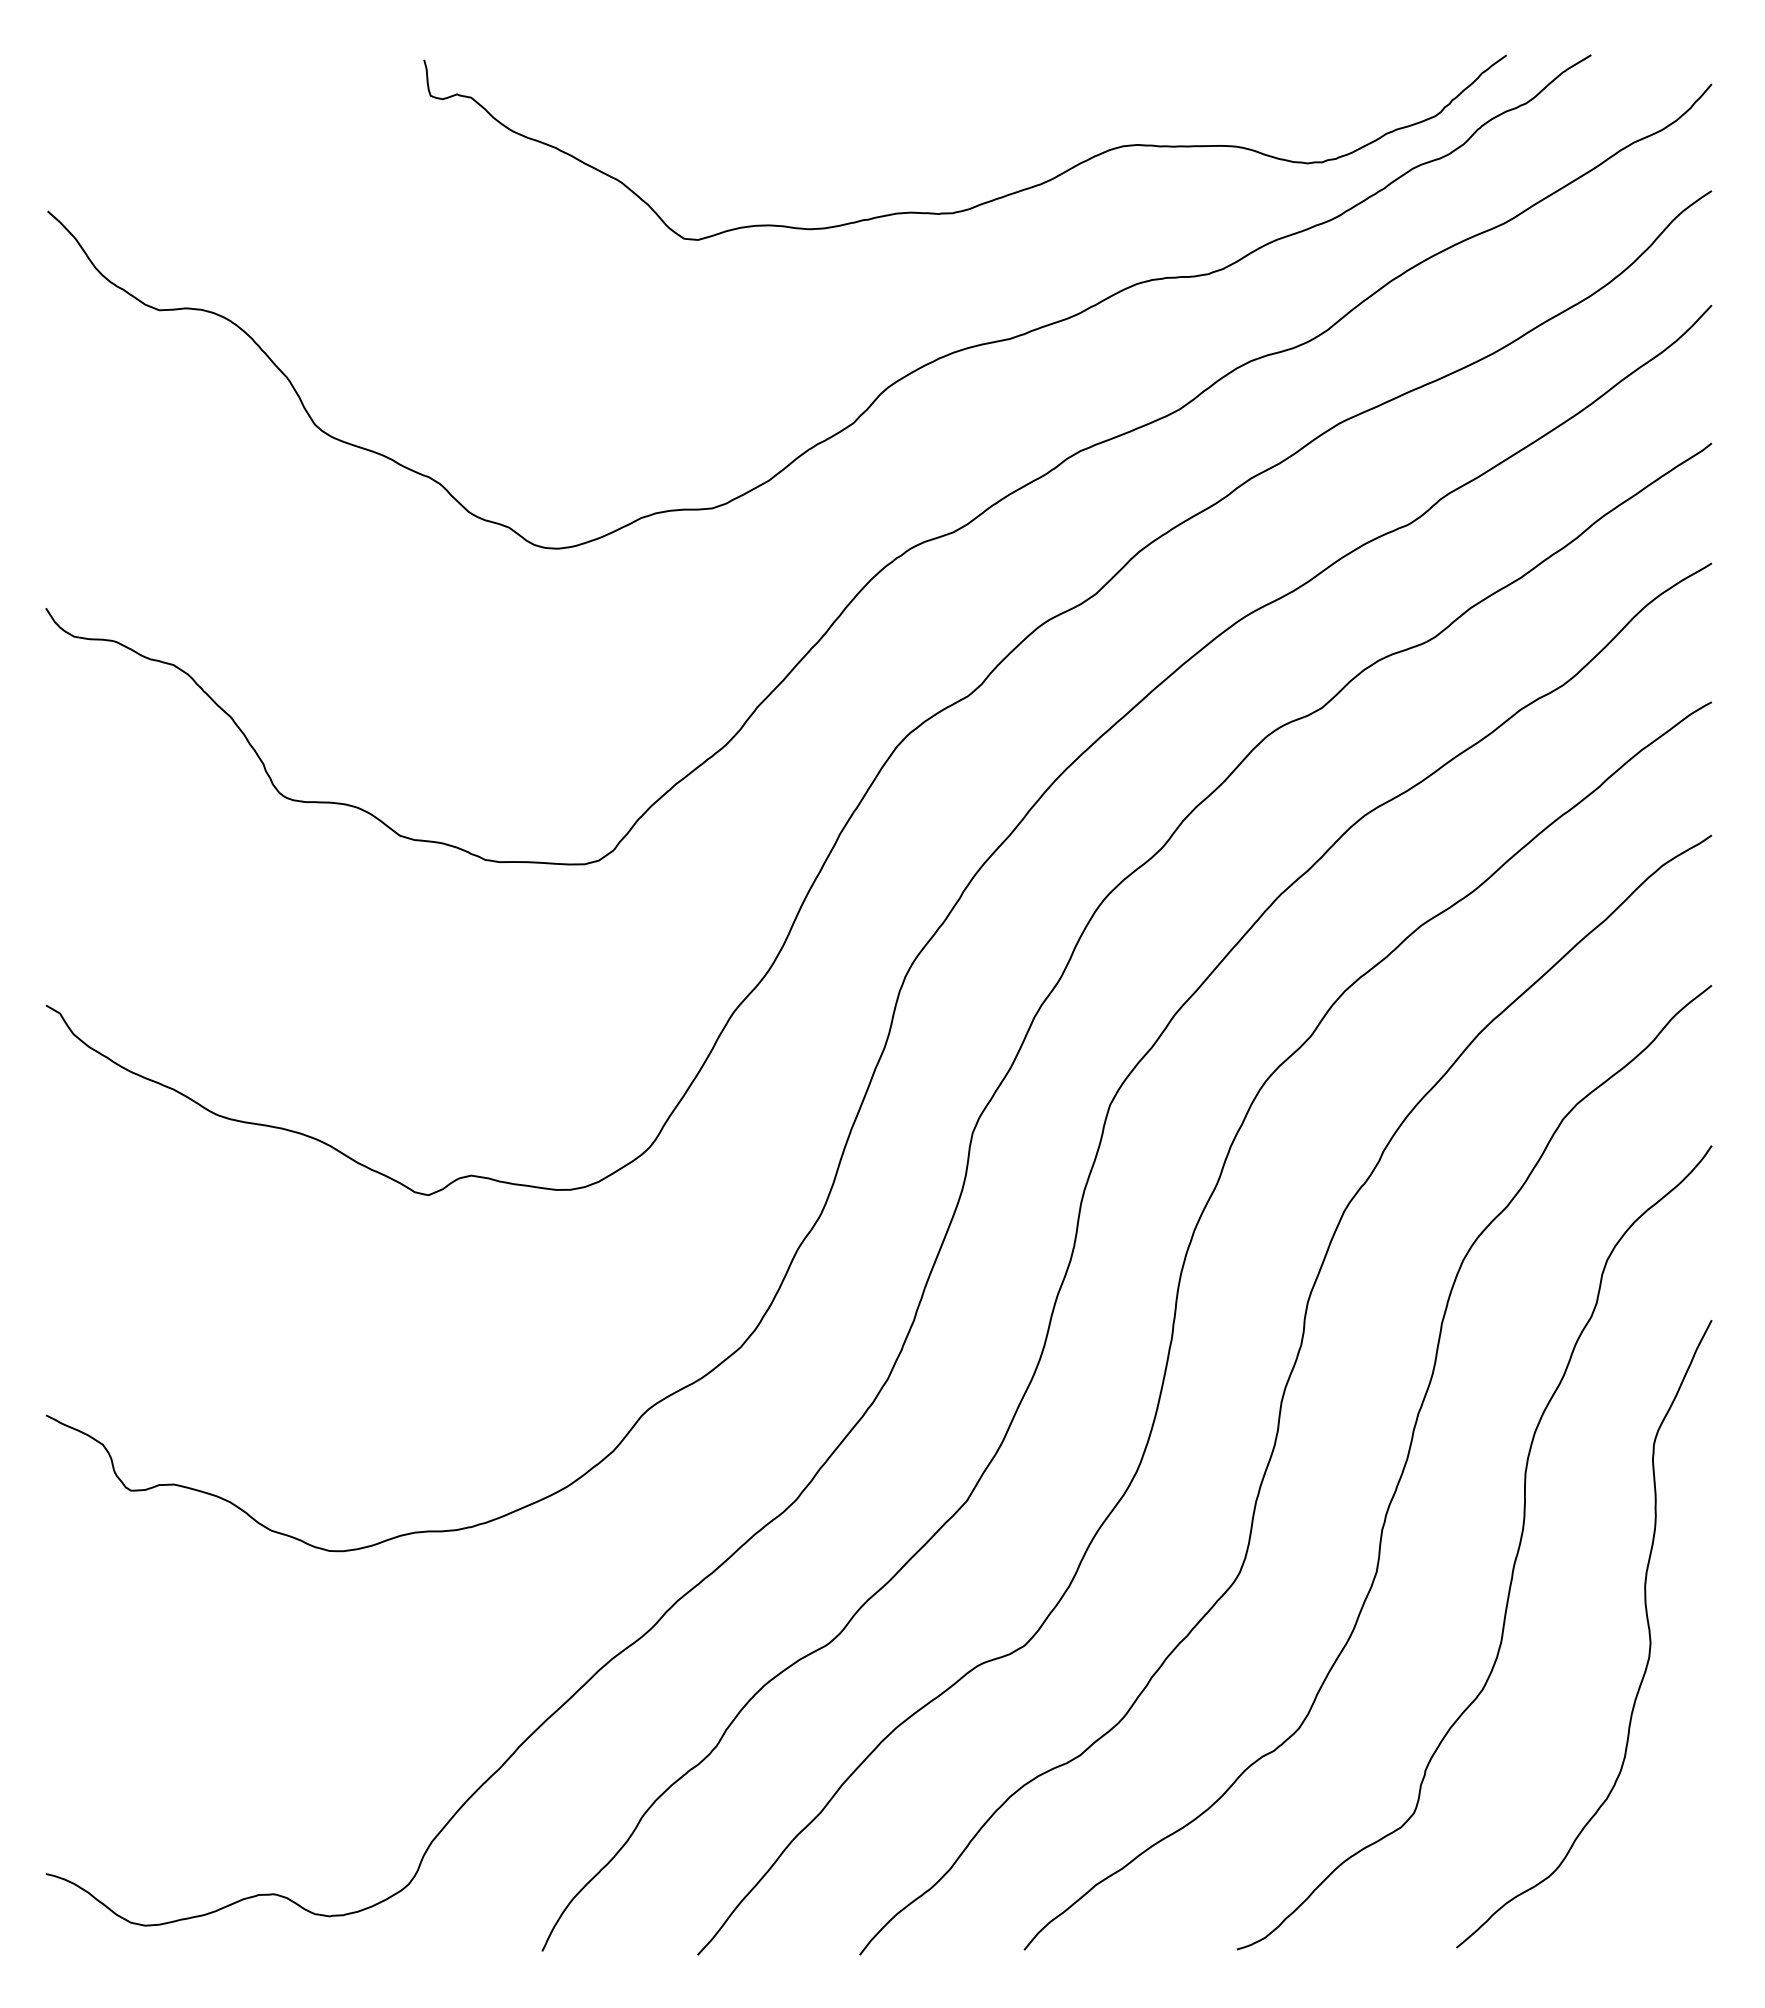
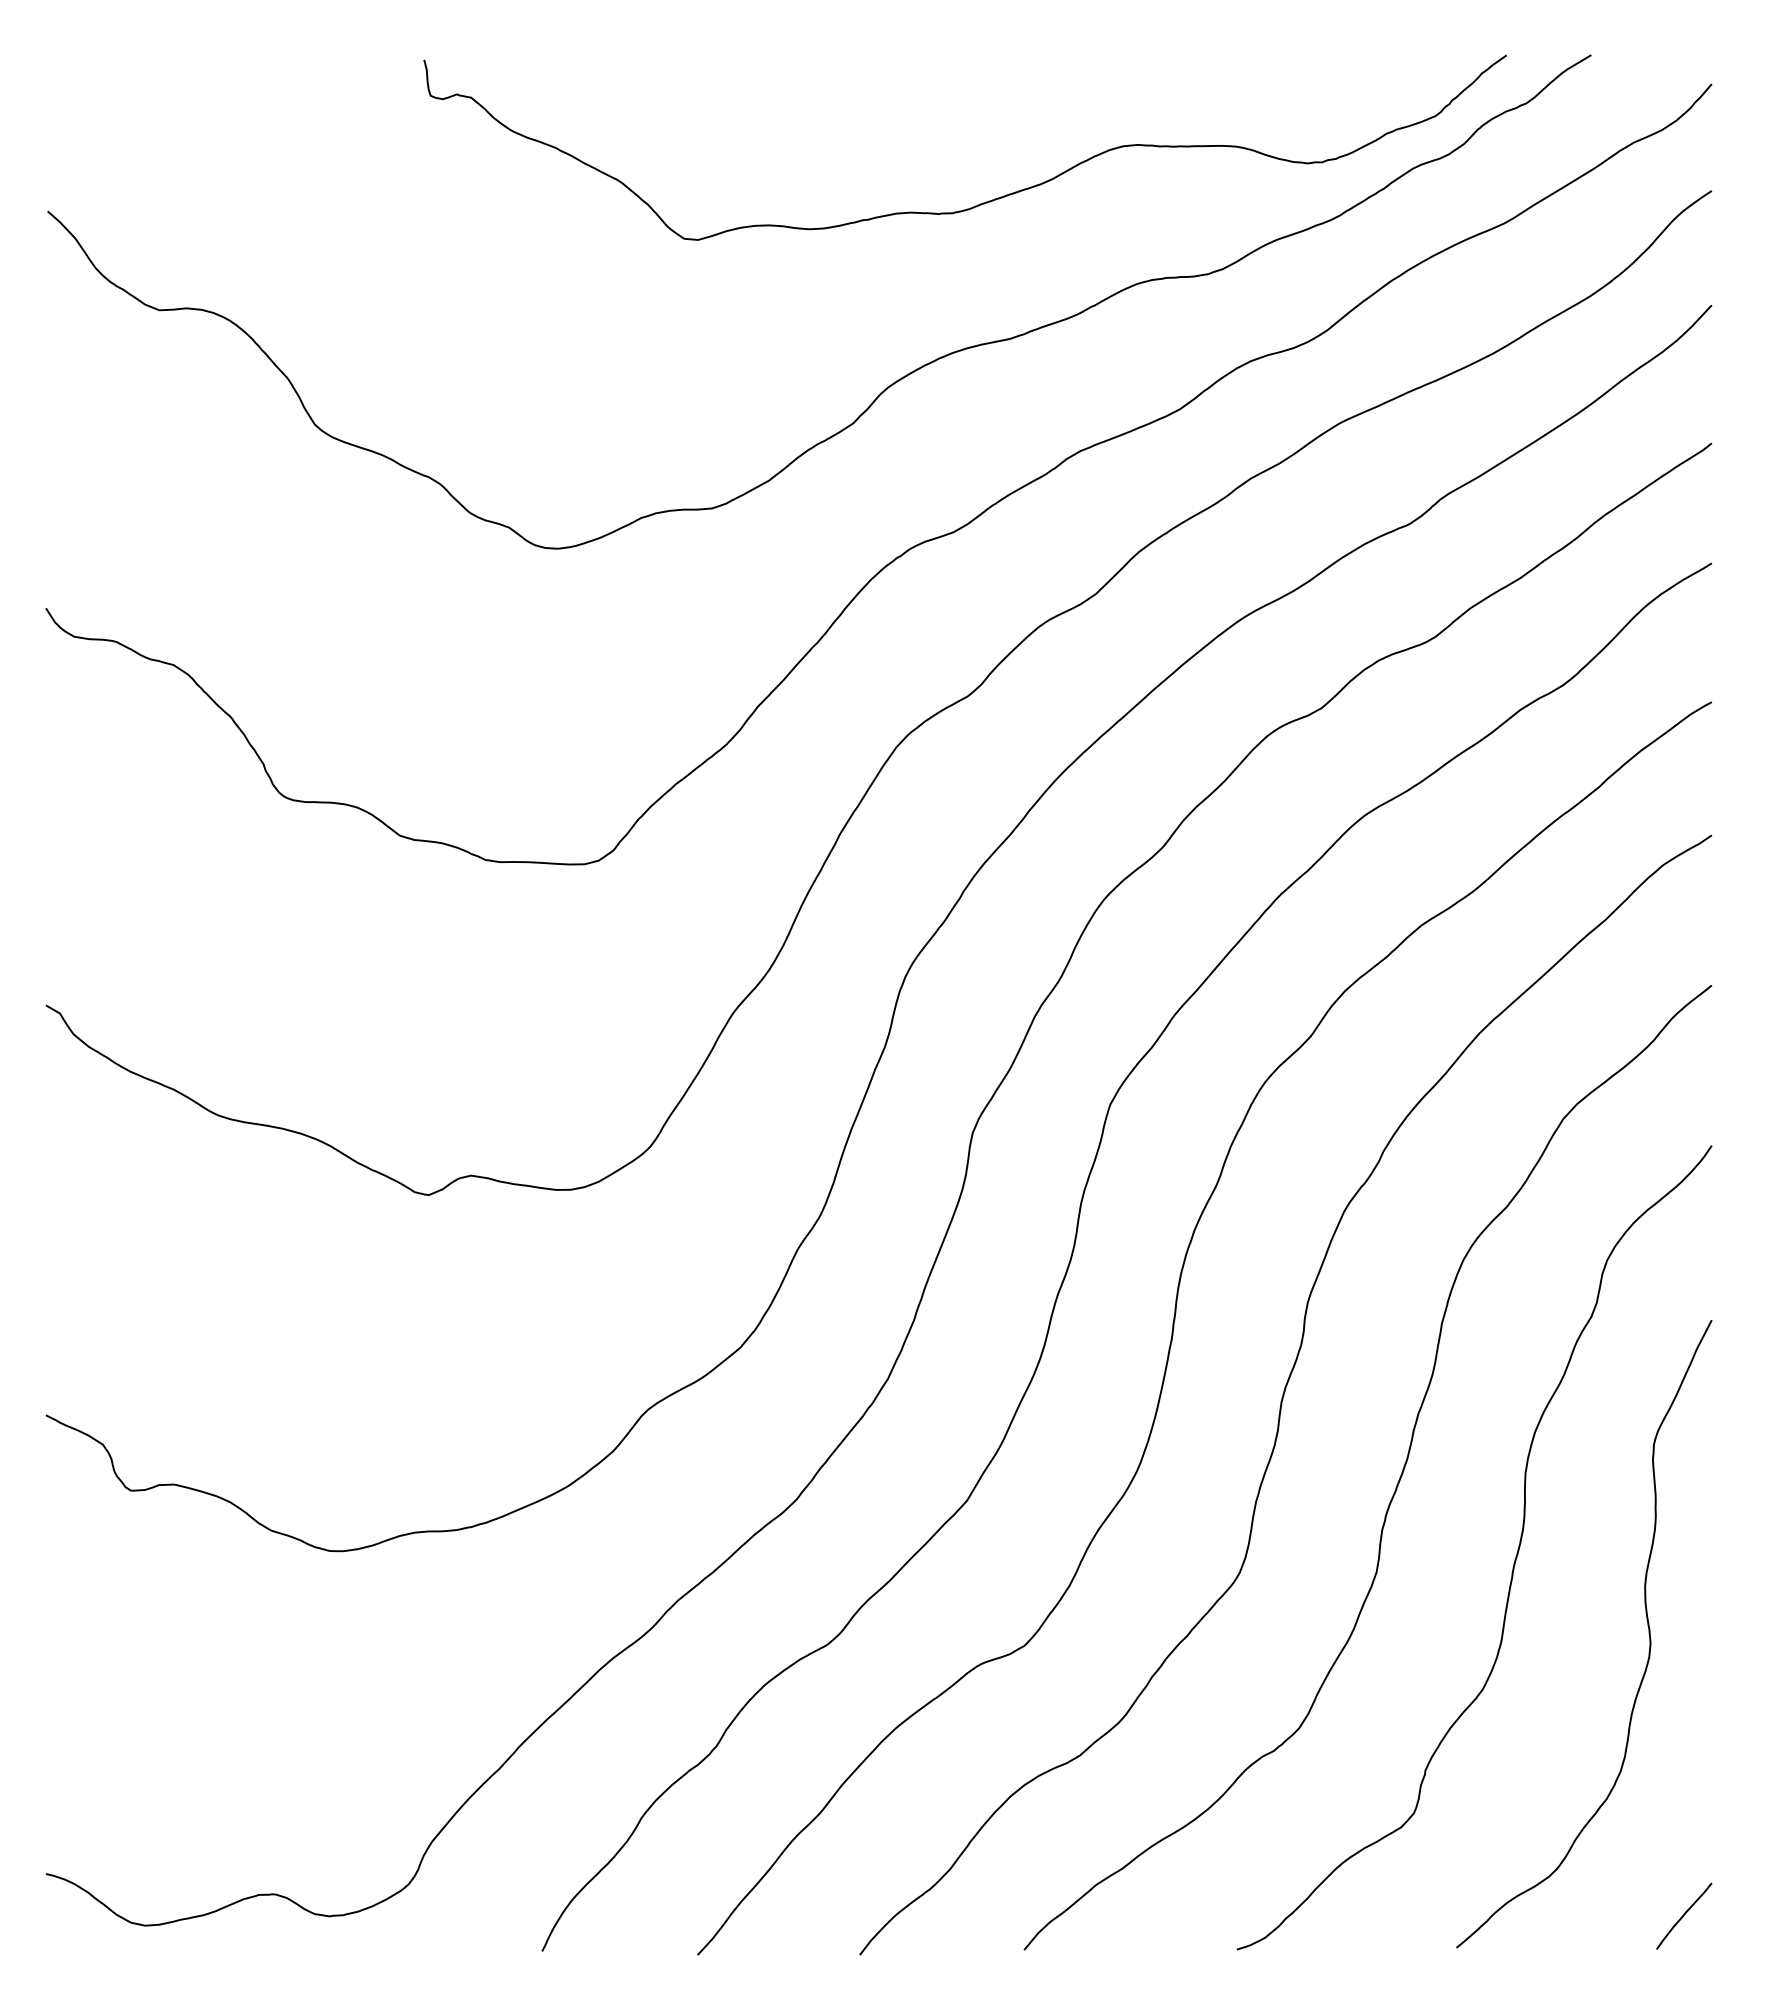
curve at (1684, 1915): none -> present
